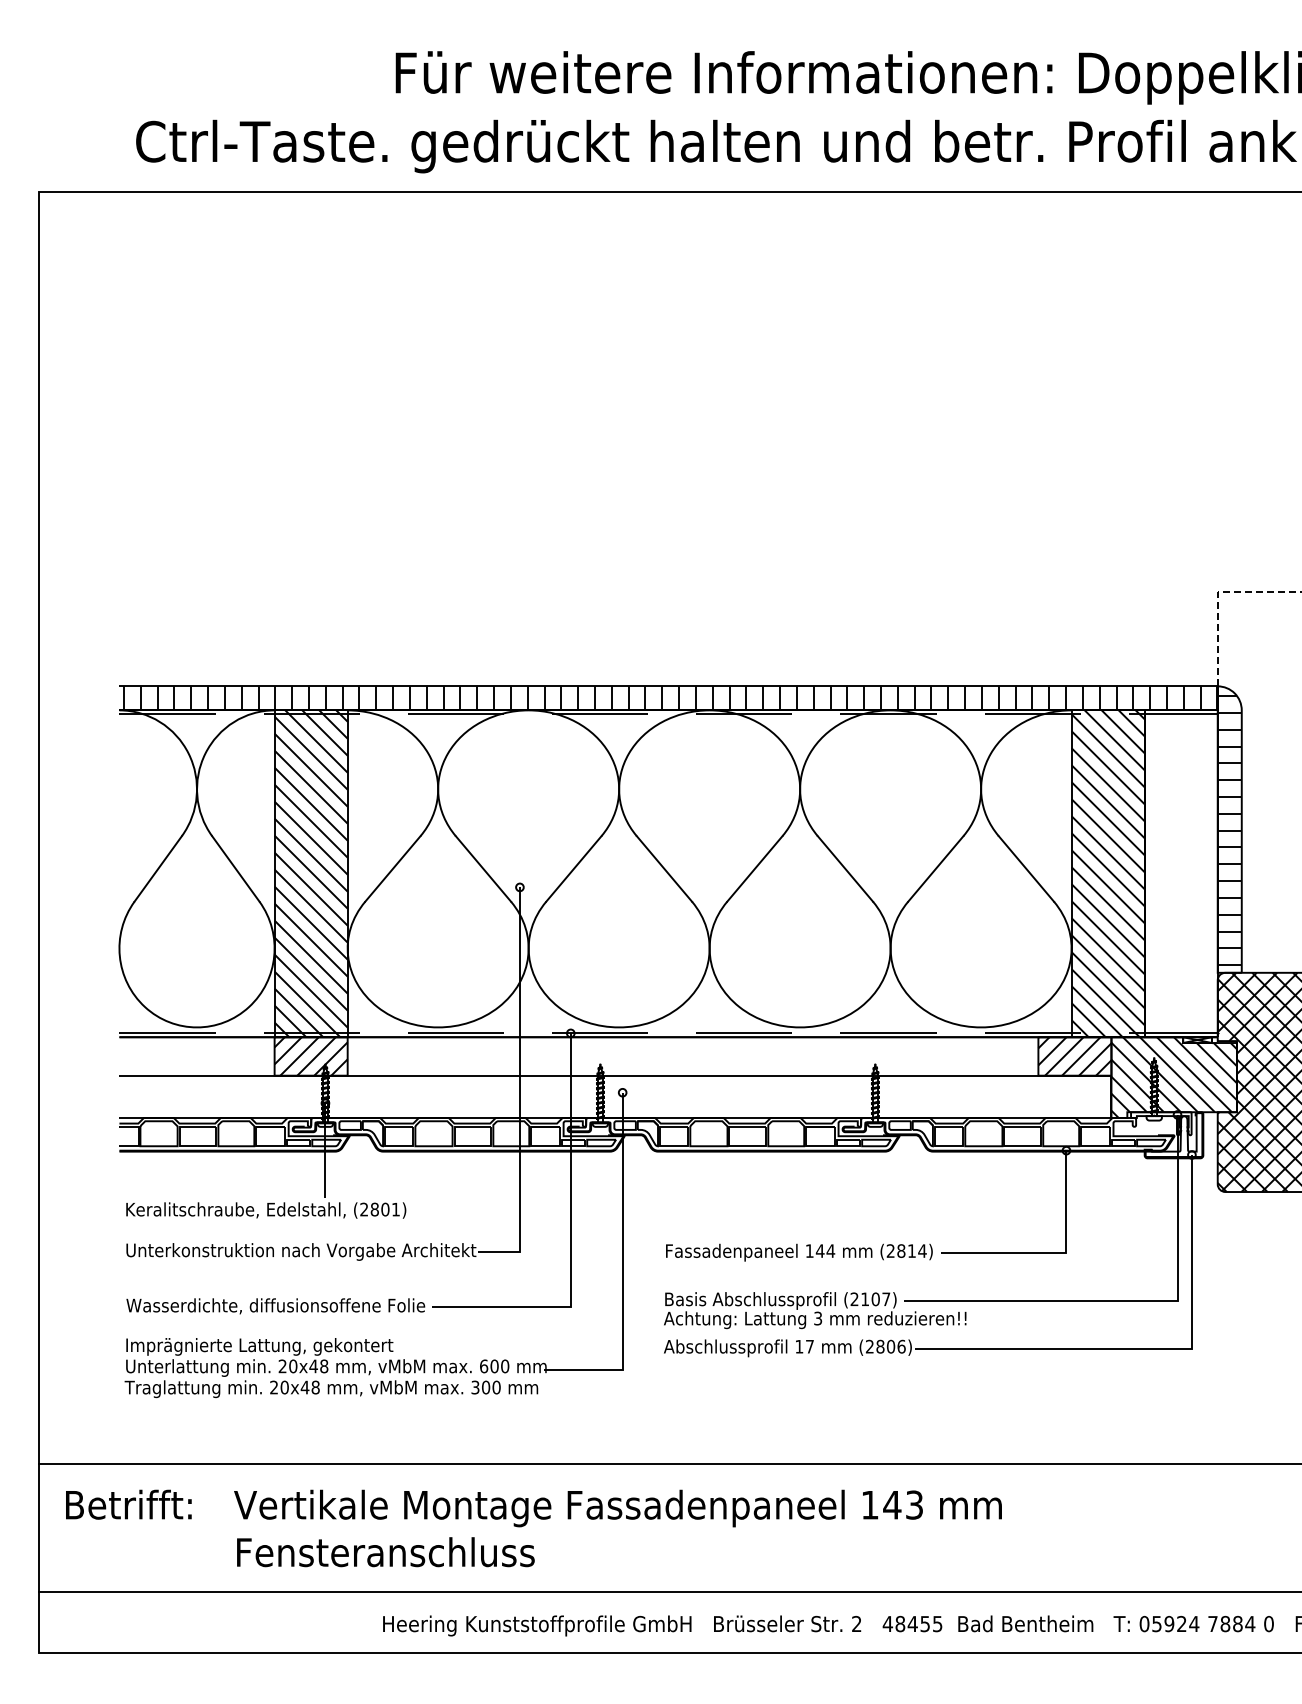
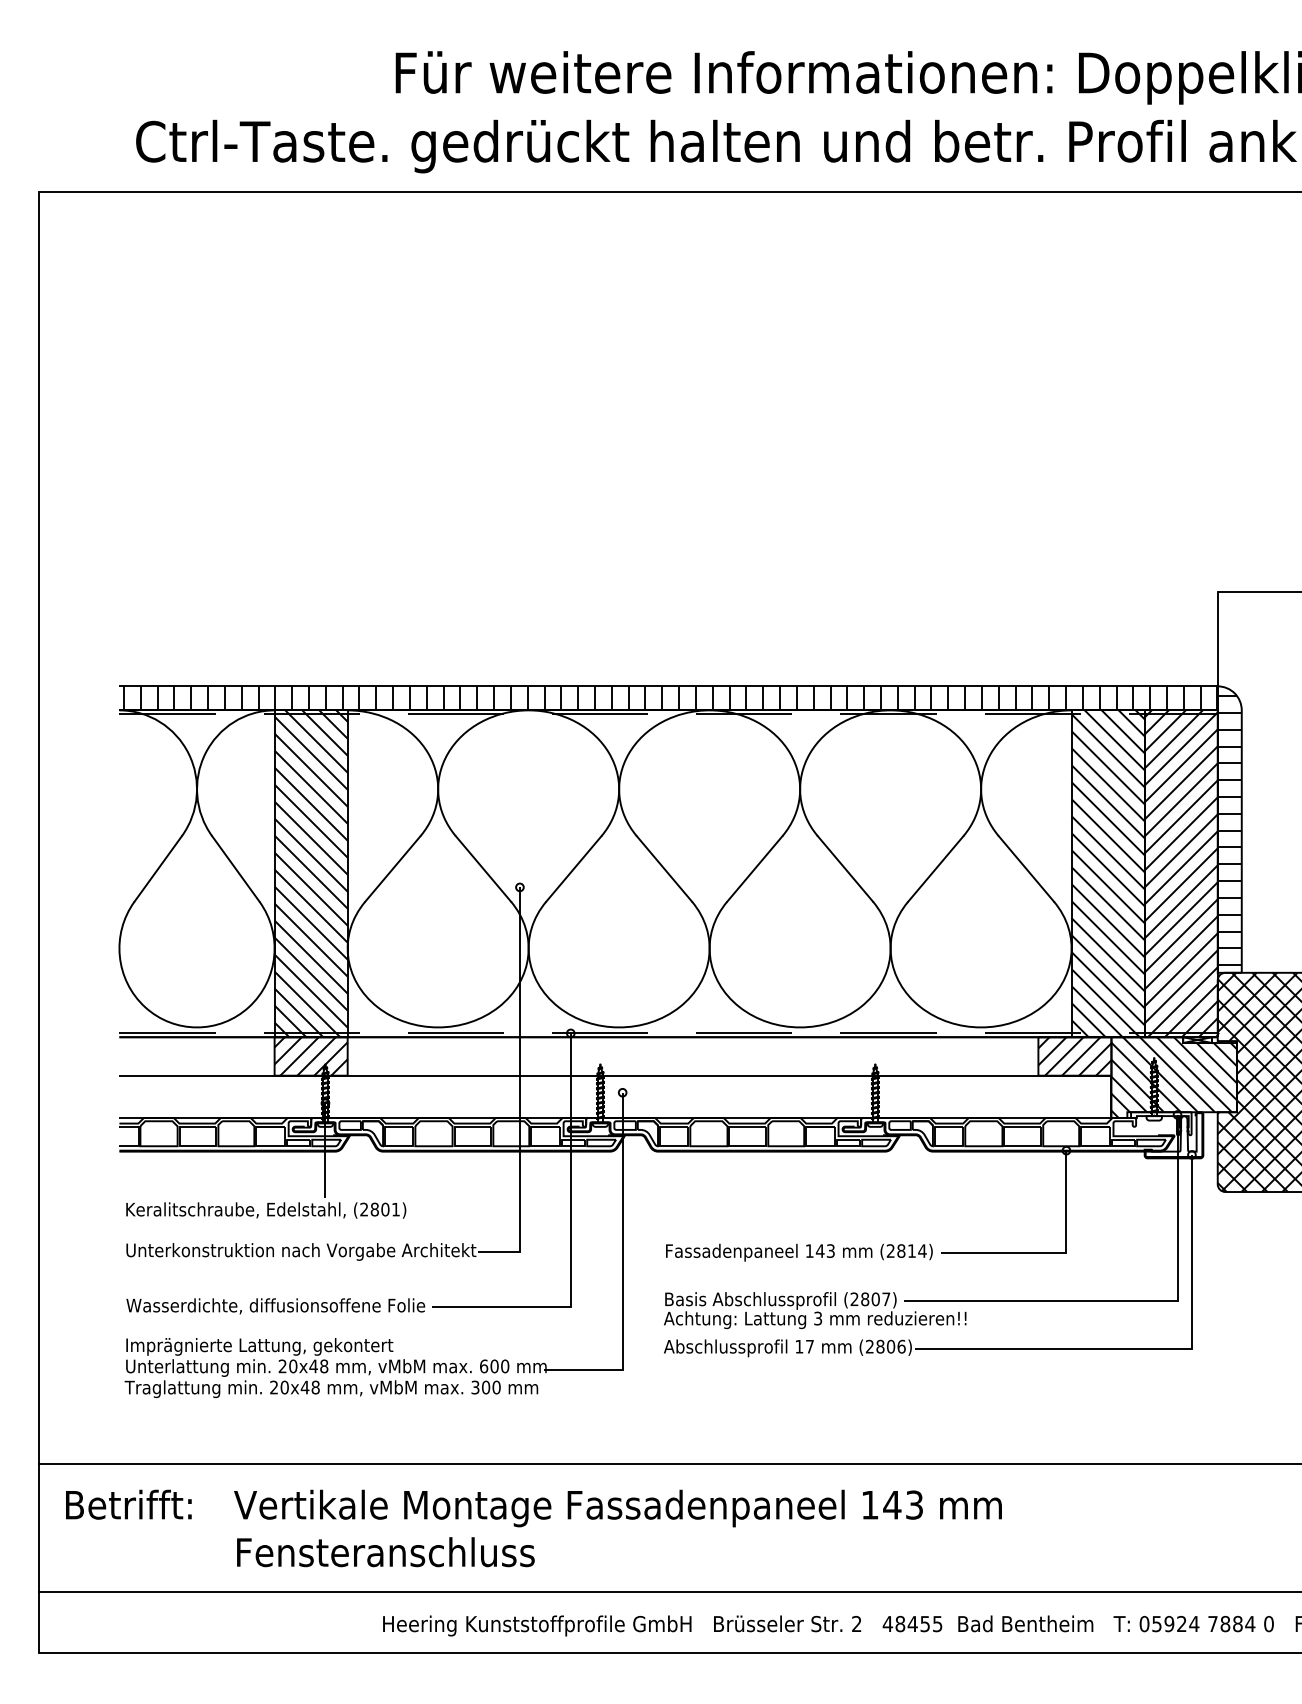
line at (1217, 597): dashed -> solid
hatch at (1180, 873): none -> present
text at (830, 1250): 144 -> 143
text at (865, 1299): (2107) -> (2807)
